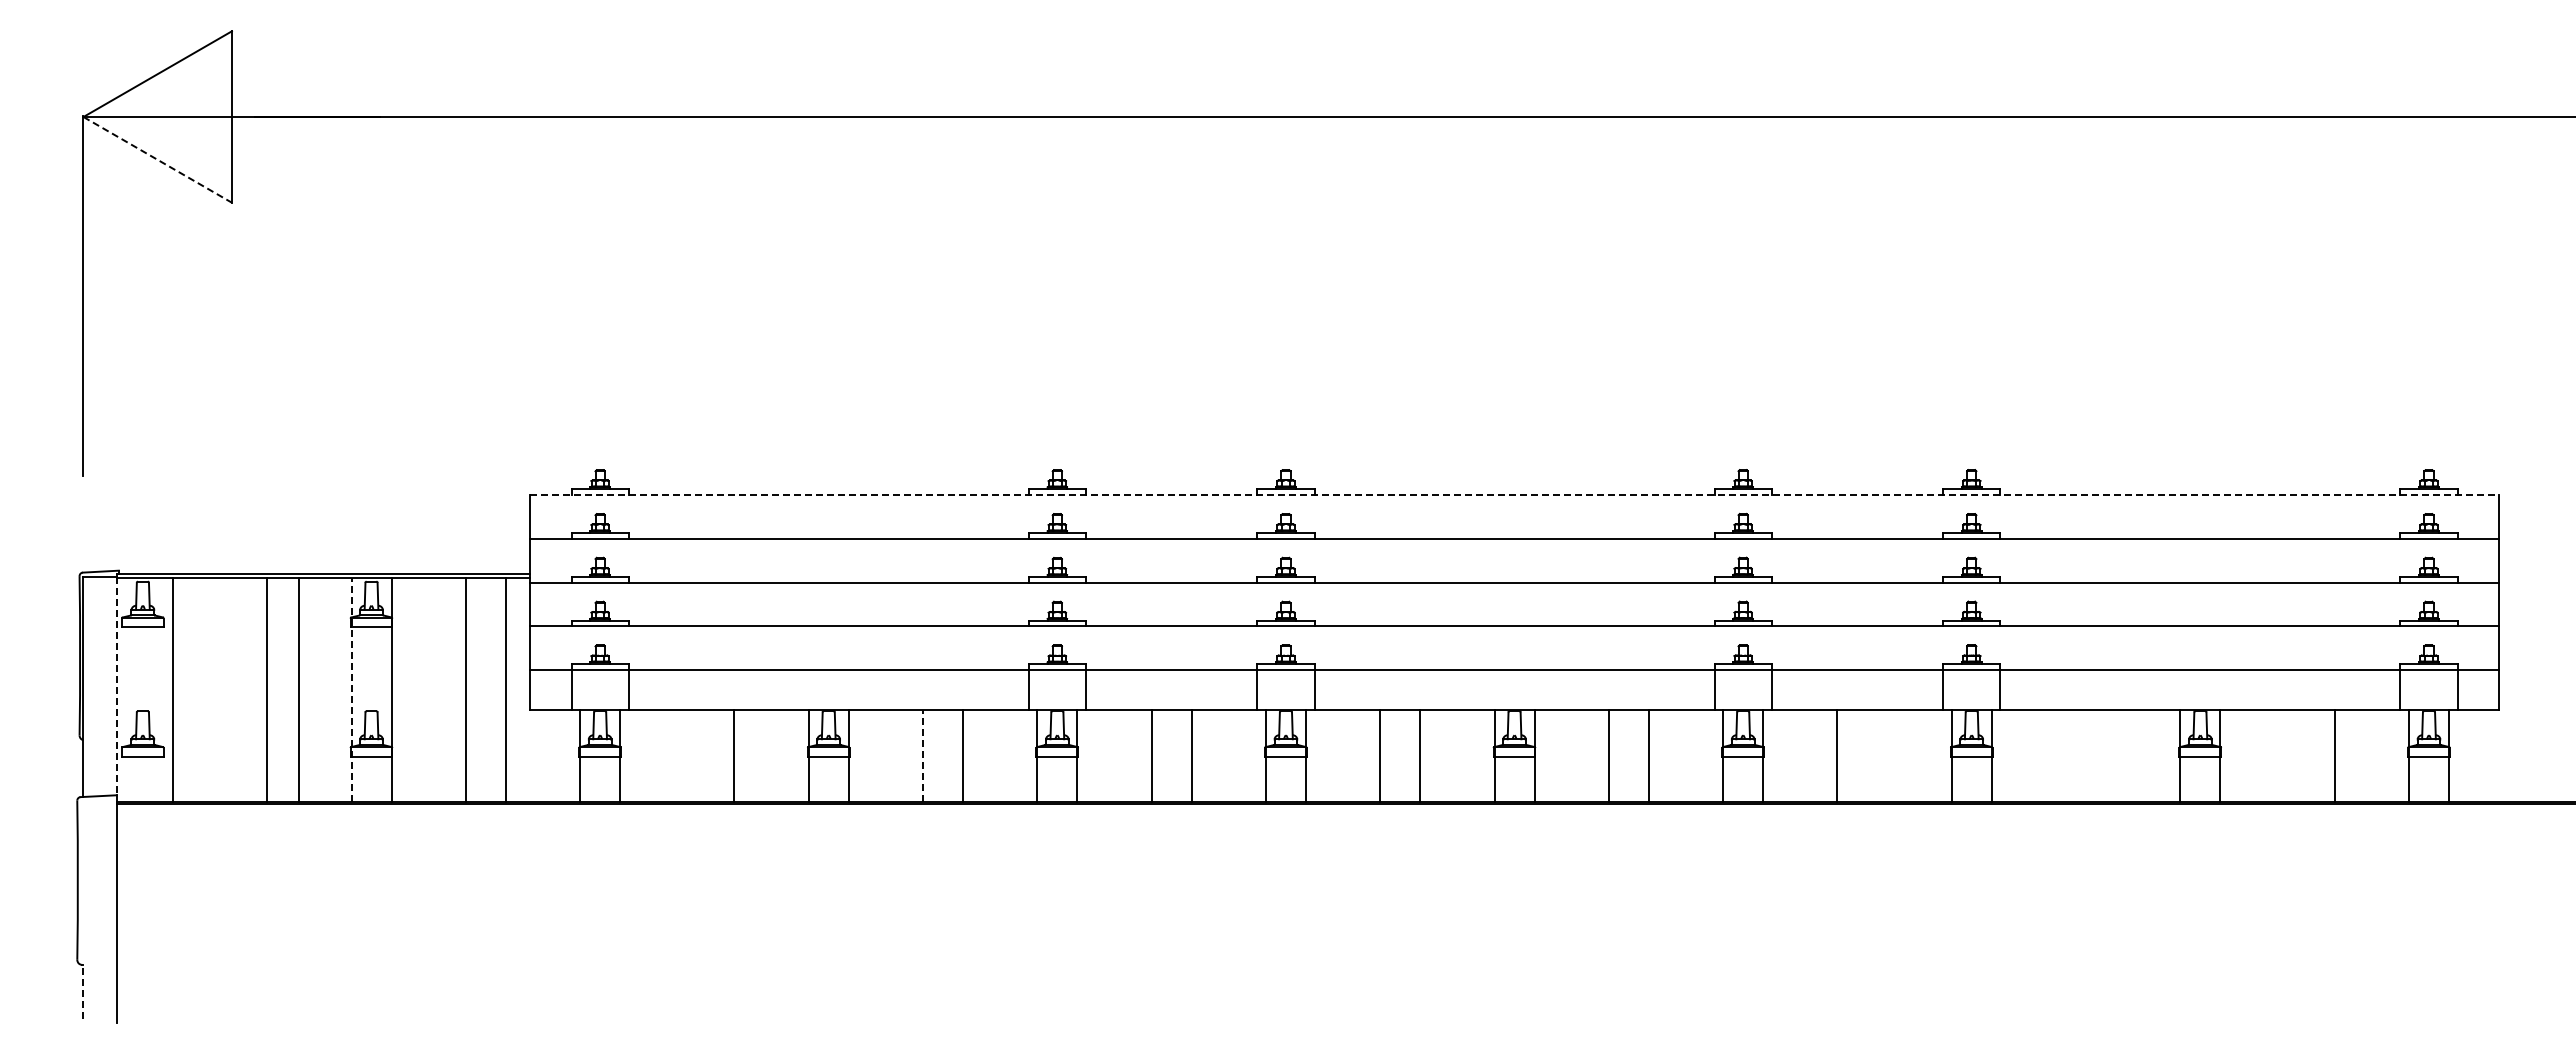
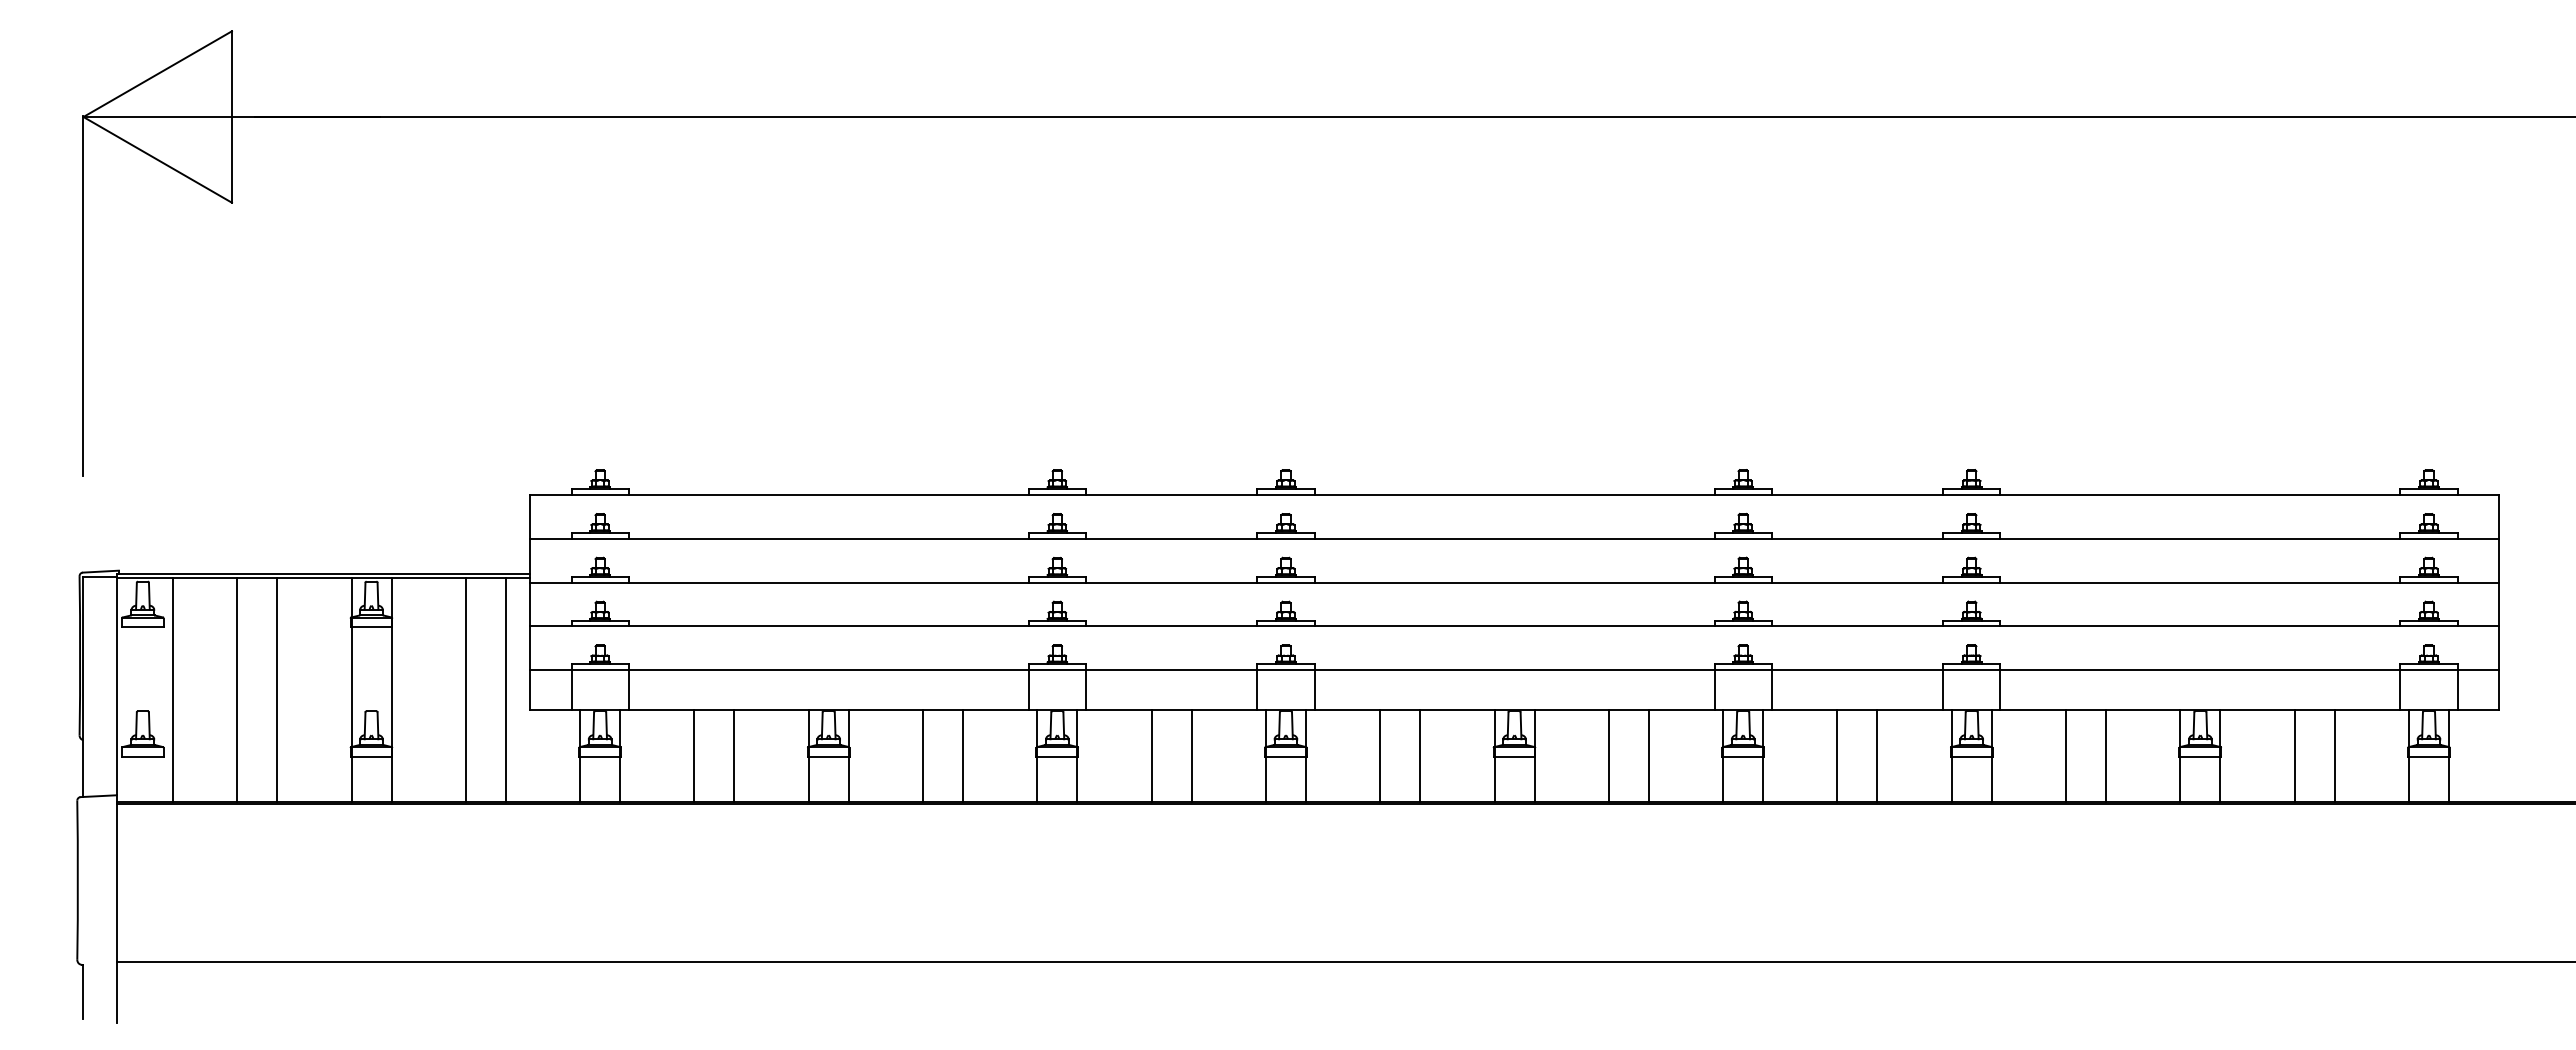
line at (157, 159): dashed -> solid
line at (1515, 494): dashed -> solid
line at (116, 686): dashed -> solid
line at (267, 690) position: (267, 690) -> (237, 690)
line at (299, 690) position: (299, 690) -> (277, 690)
line at (351, 690): dashed -> solid
line at (694, 755): none -> present
line at (923, 755): dashed -> solid
line at (1877, 755): none -> present
line at (2066, 755): none -> present
line at (2106, 755): none -> present
line at (2294, 755): none -> present
line at (1344, 962): none -> present
line at (83, 991): dashed -> solid
